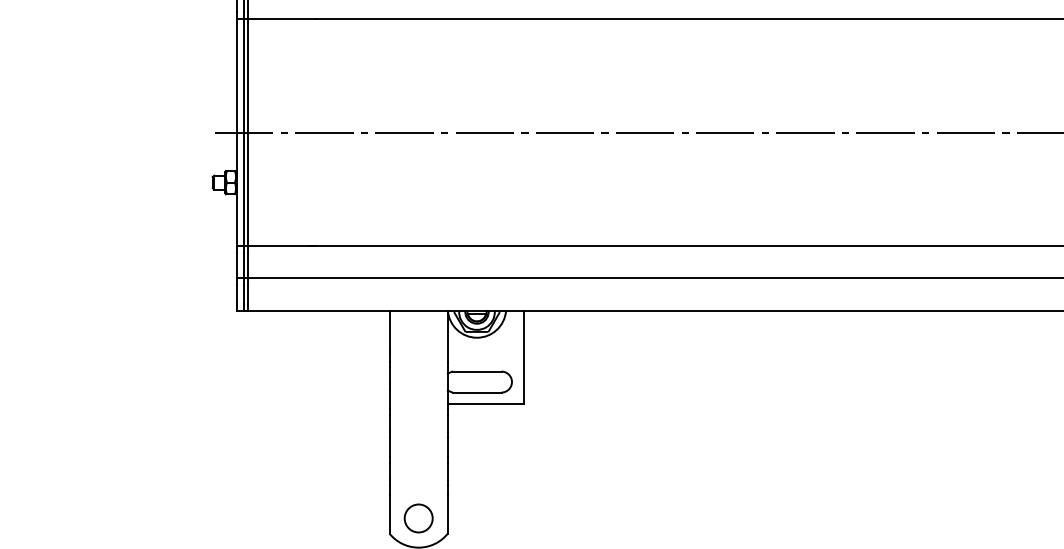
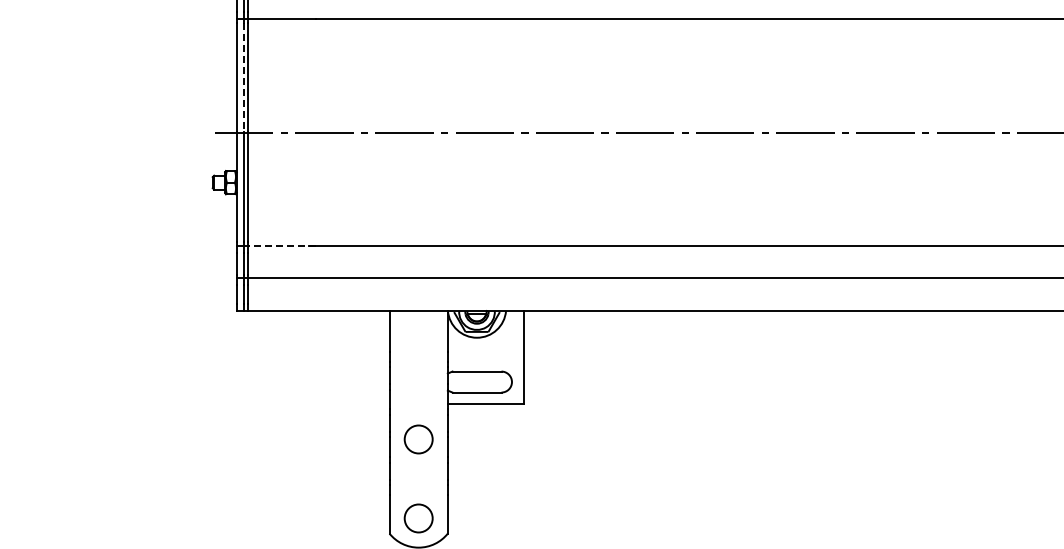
line at (243, 77): solid -> dashed
line at (282, 245): solid -> dashed
circle at (418, 439): none -> present
